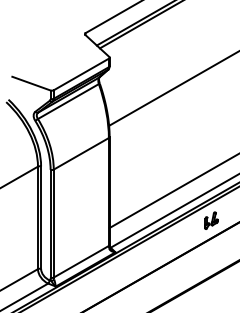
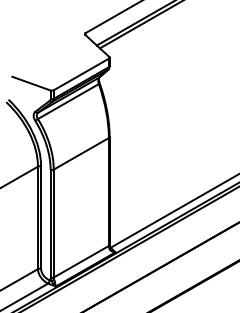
line at (172, 88): present -> none
line at (172, 191): present -> none
part at (211, 220): present -> none
